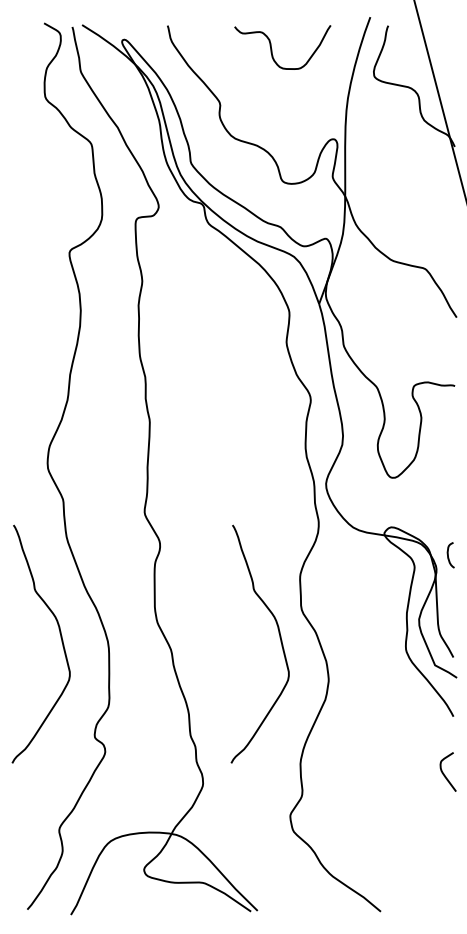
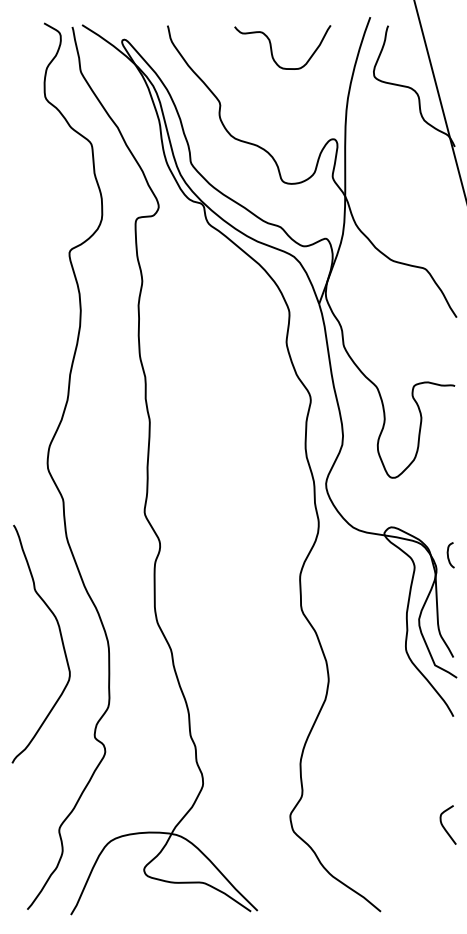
curve at (279, 637): present -> none
curve at (444, 773) position: (444, 773) -> (444, 826)
